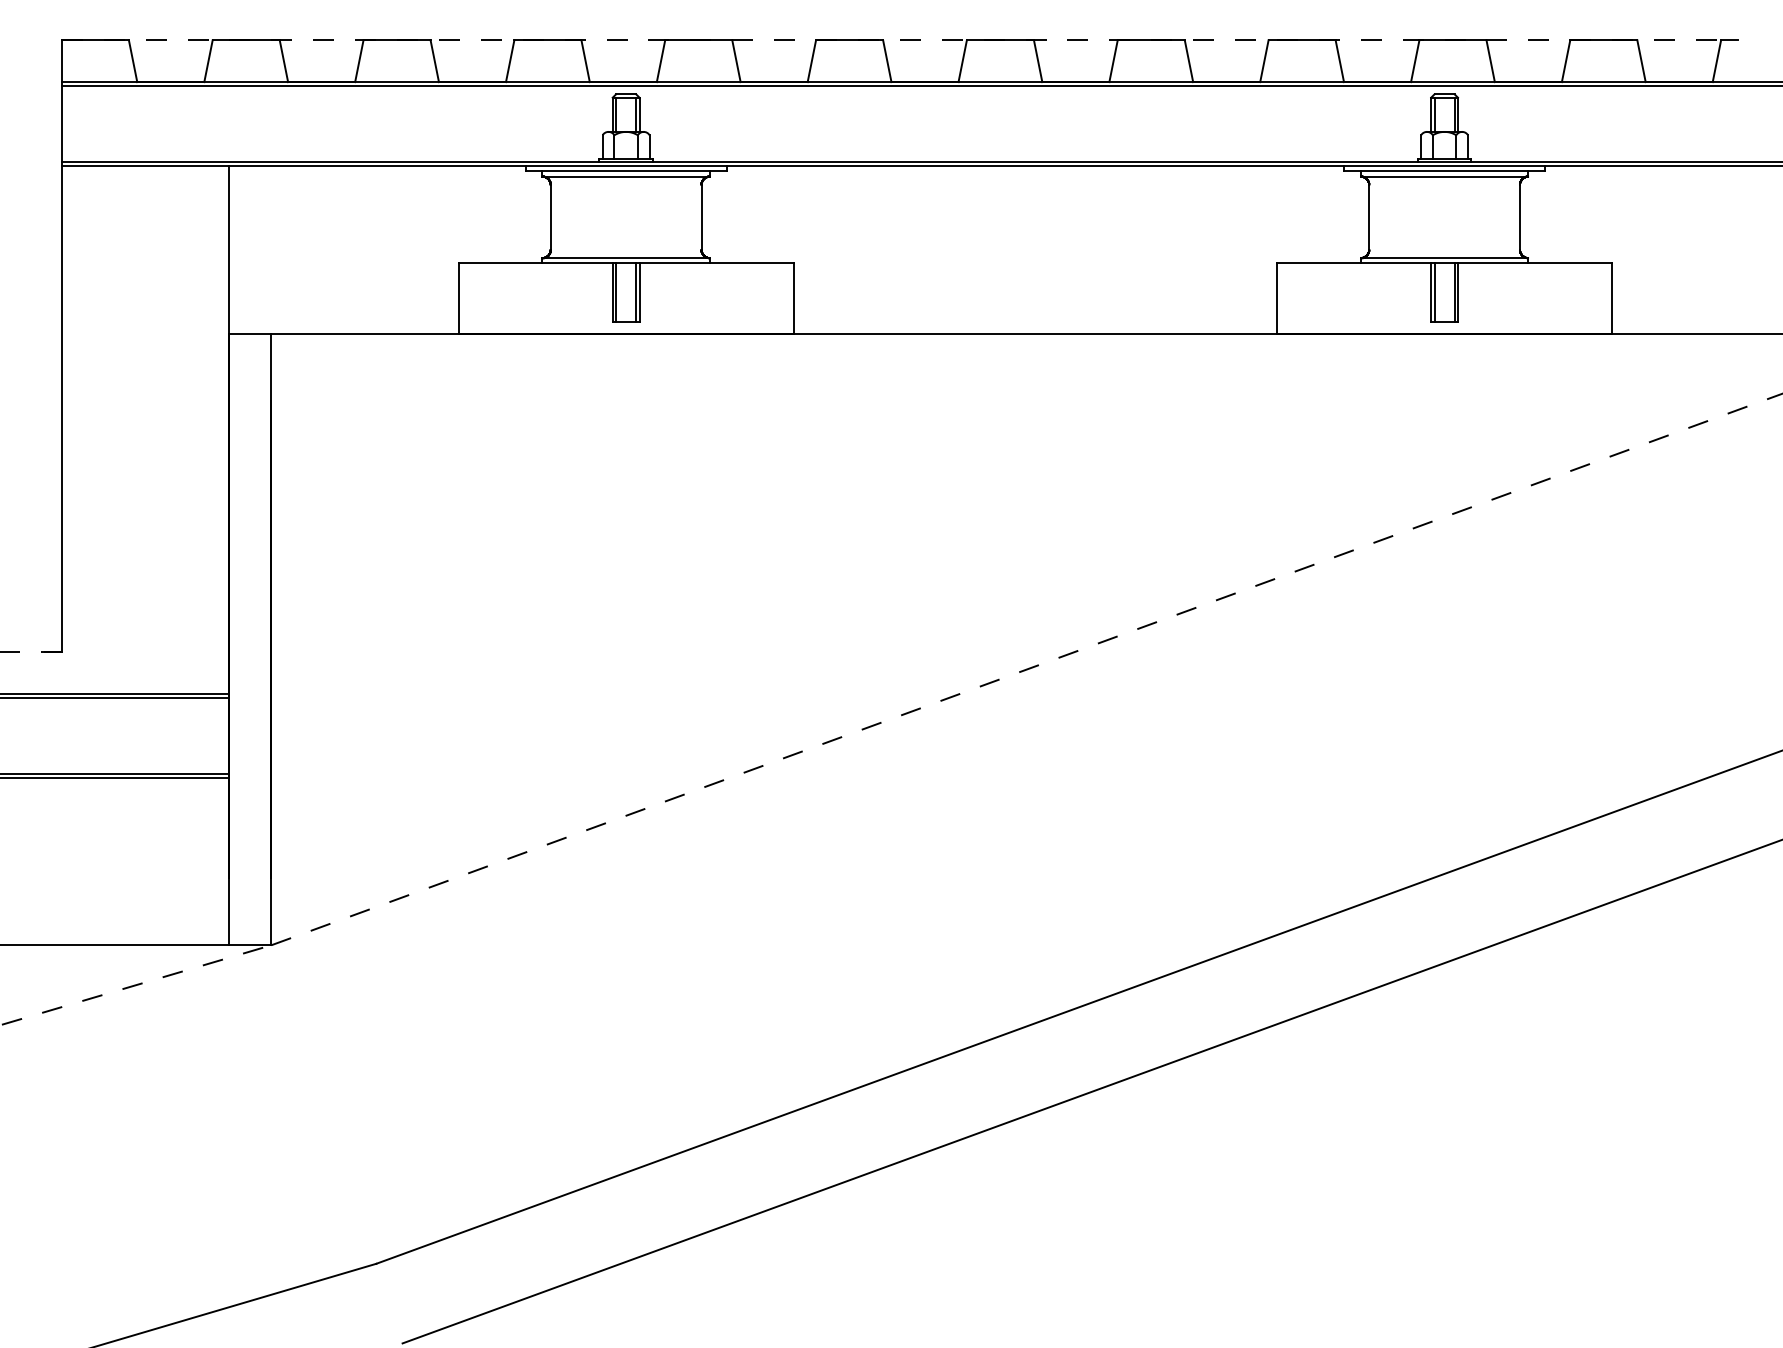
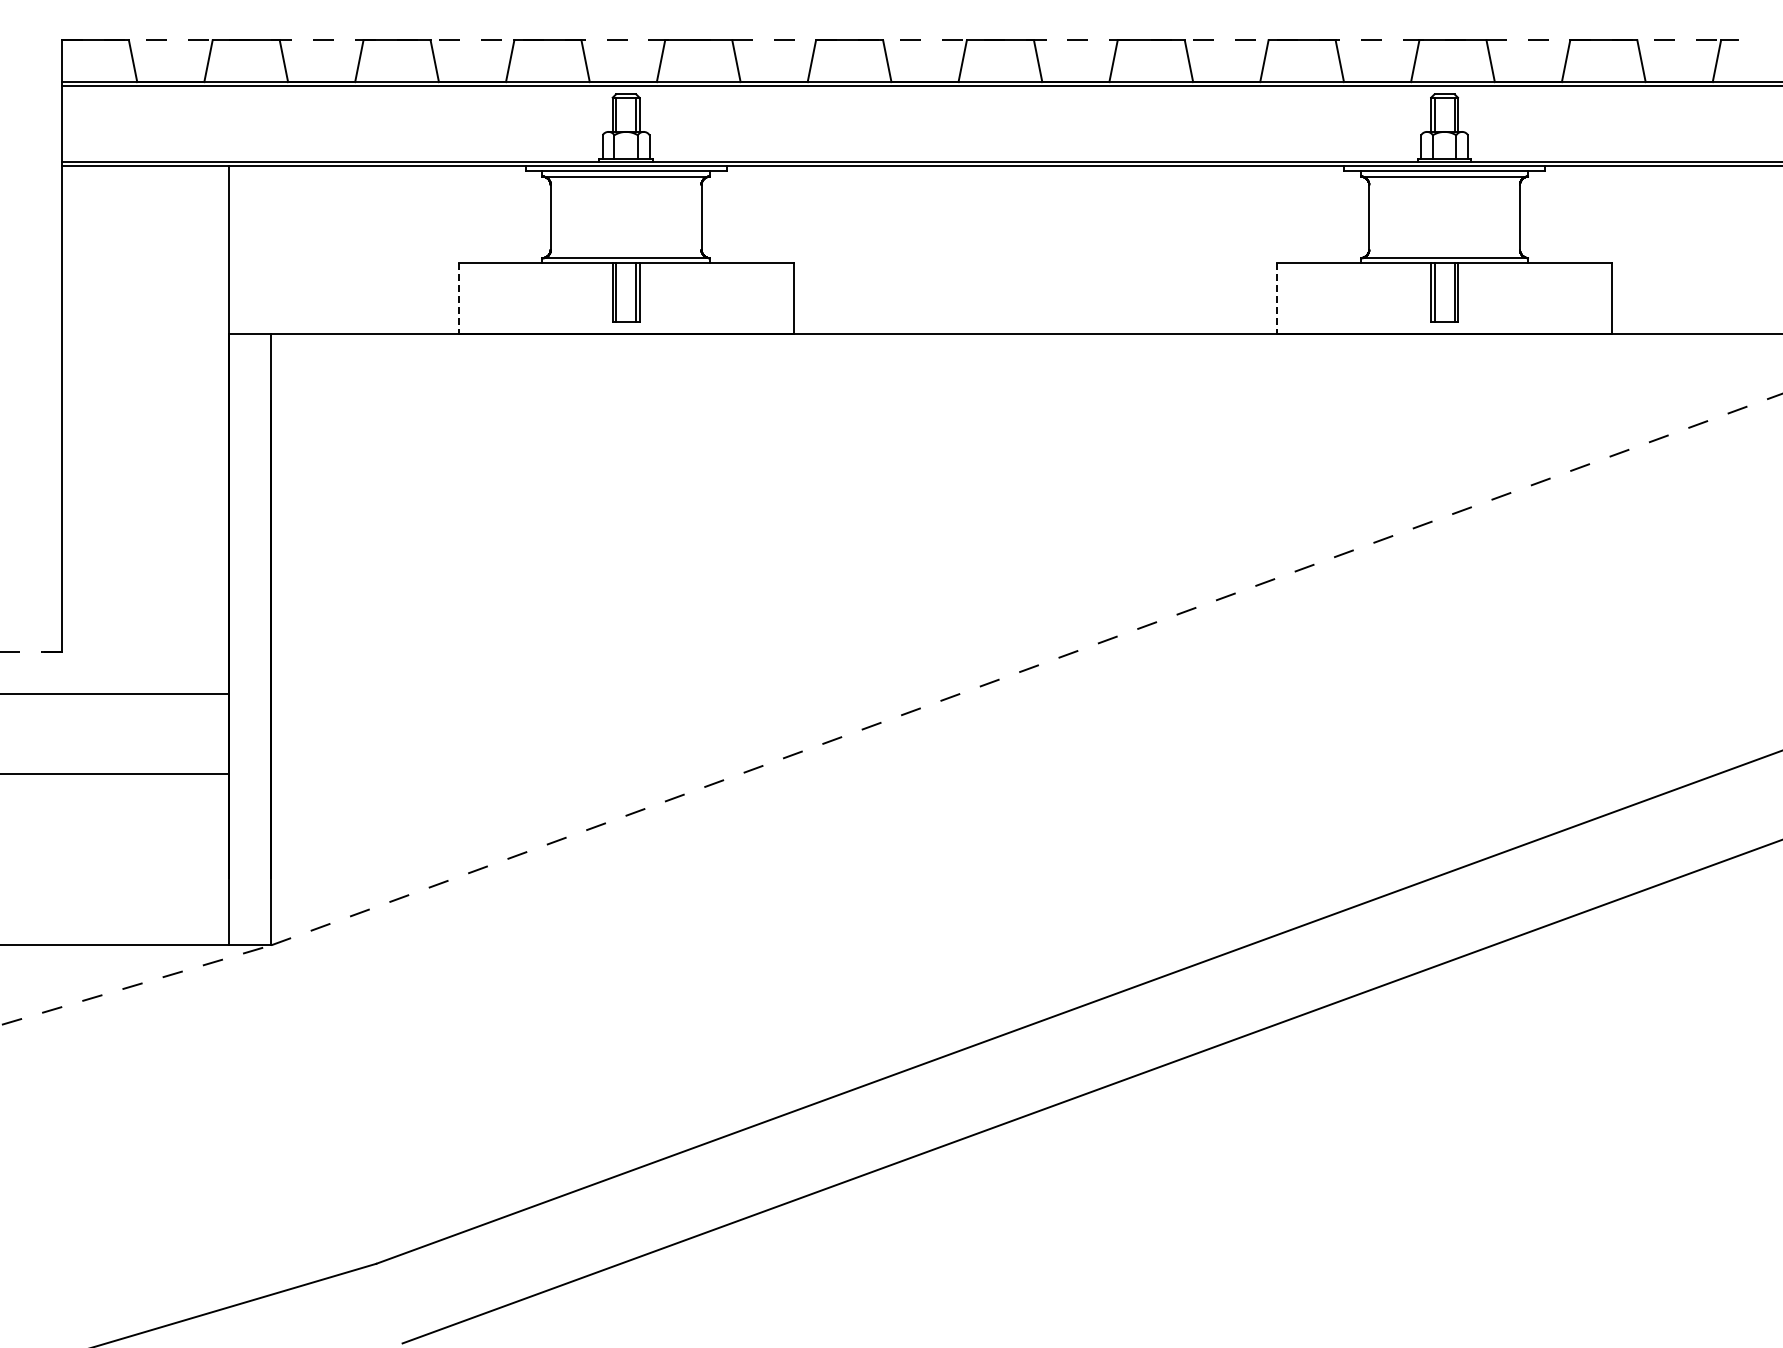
line at (458, 299): solid -> dashed
line at (1276, 299): solid -> dashed
line at (115, 697): present -> none
line at (115, 777): present -> none
